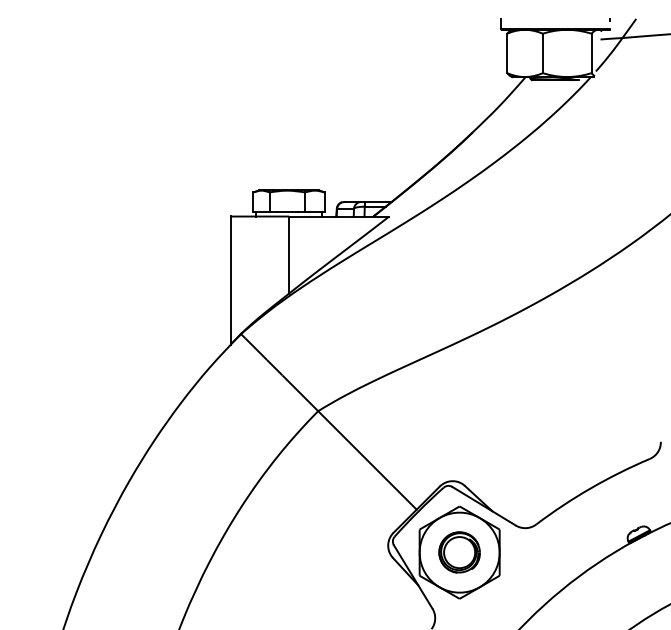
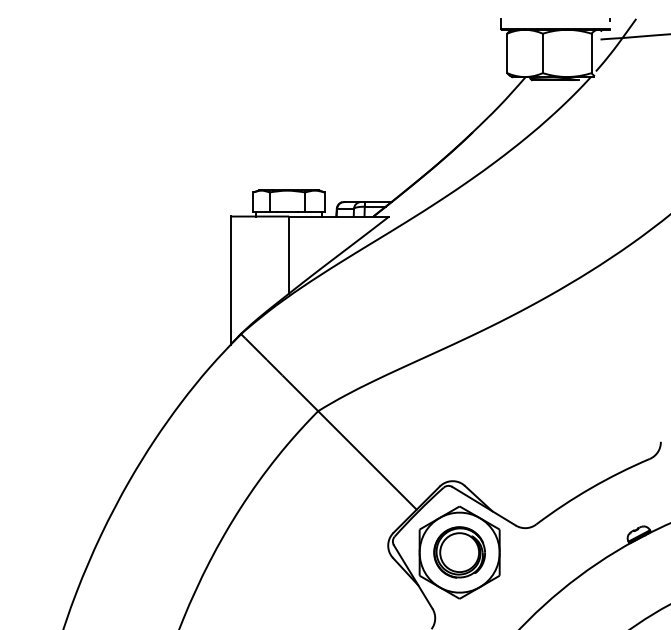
part at (459, 552) size: 43x43 px -> 53x53 px
